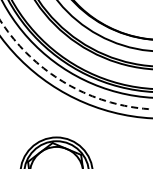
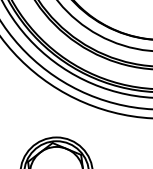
circle at (76, 64): dashed -> solid
